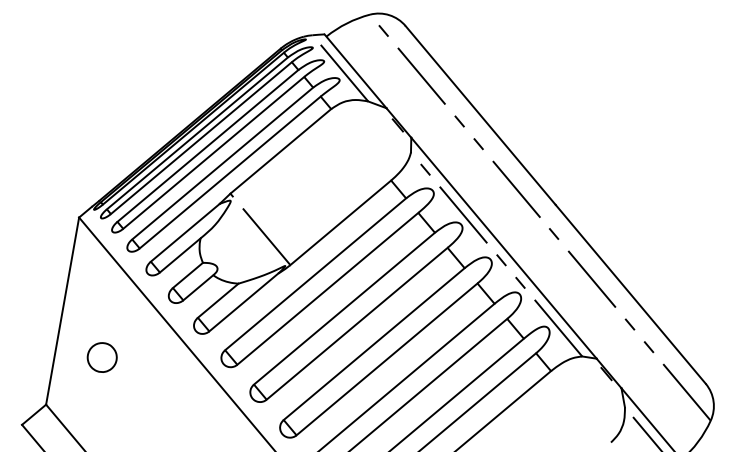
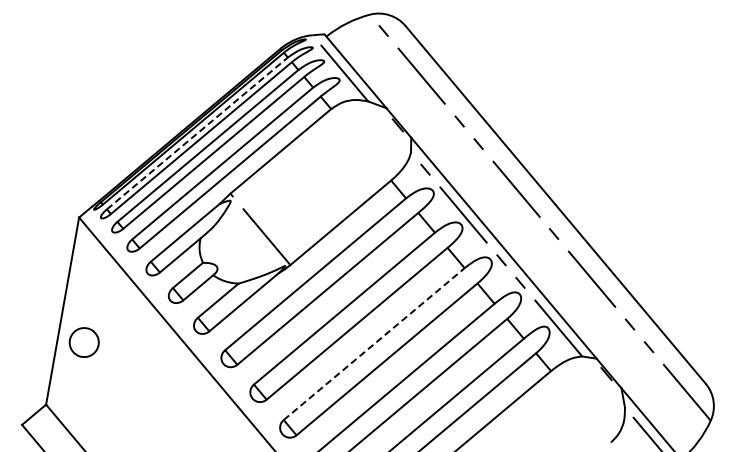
line at (197, 133): solid -> dashed
line at (374, 343): solid -> dashed
part at (101, 357) position: (101, 357) -> (83, 342)
